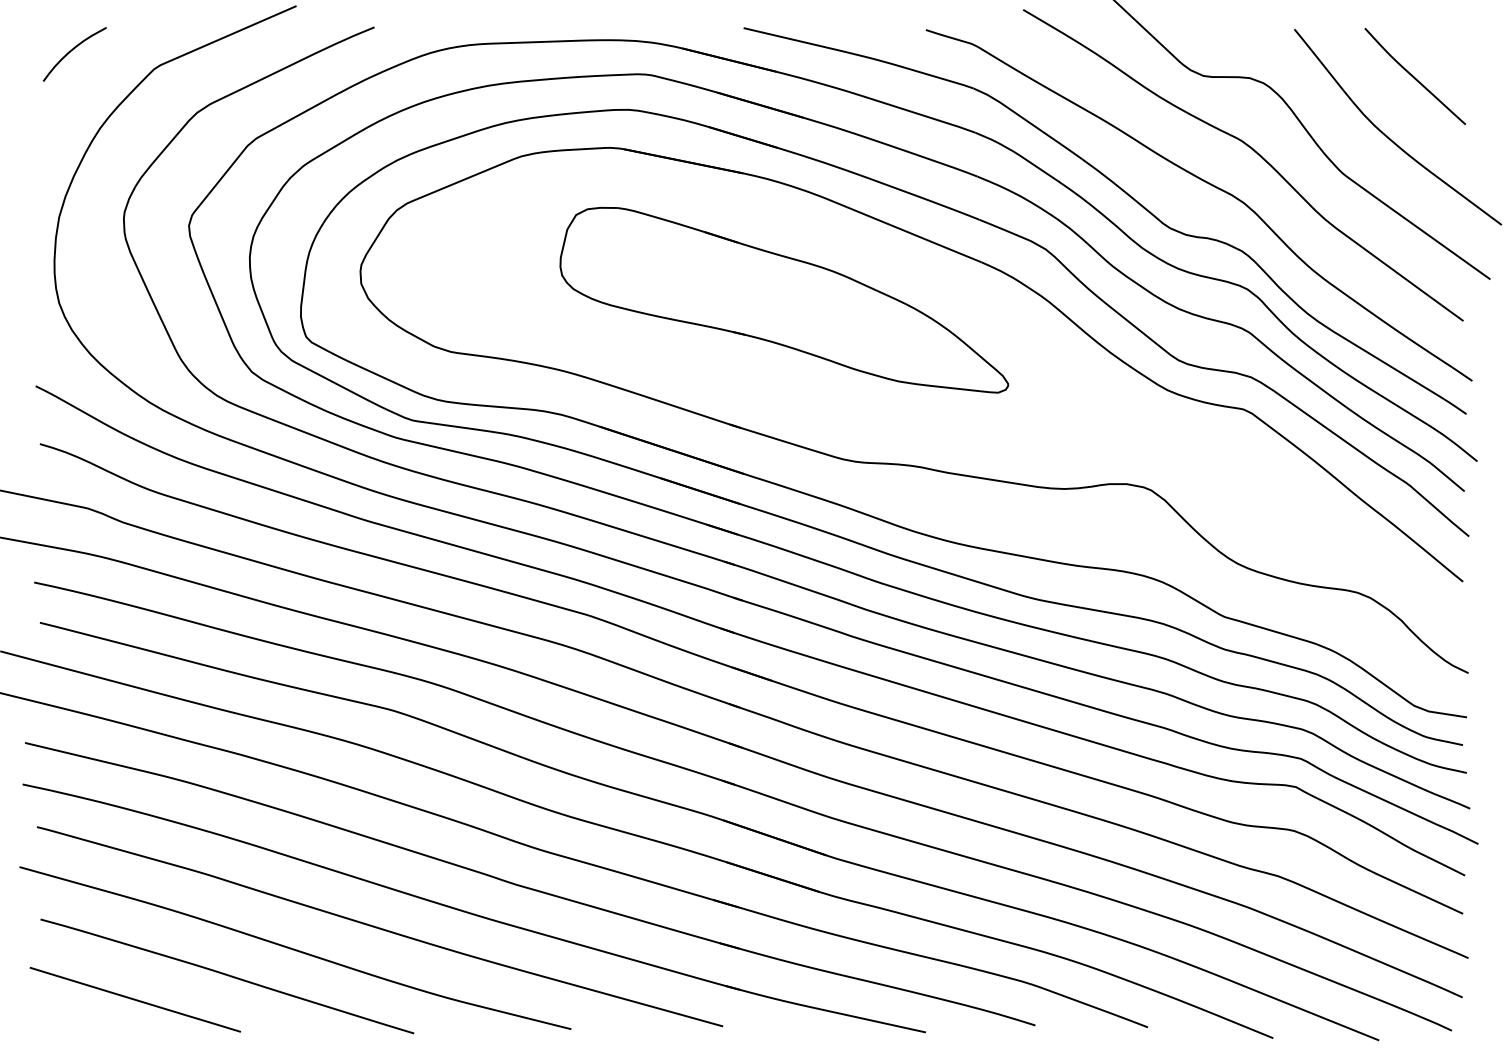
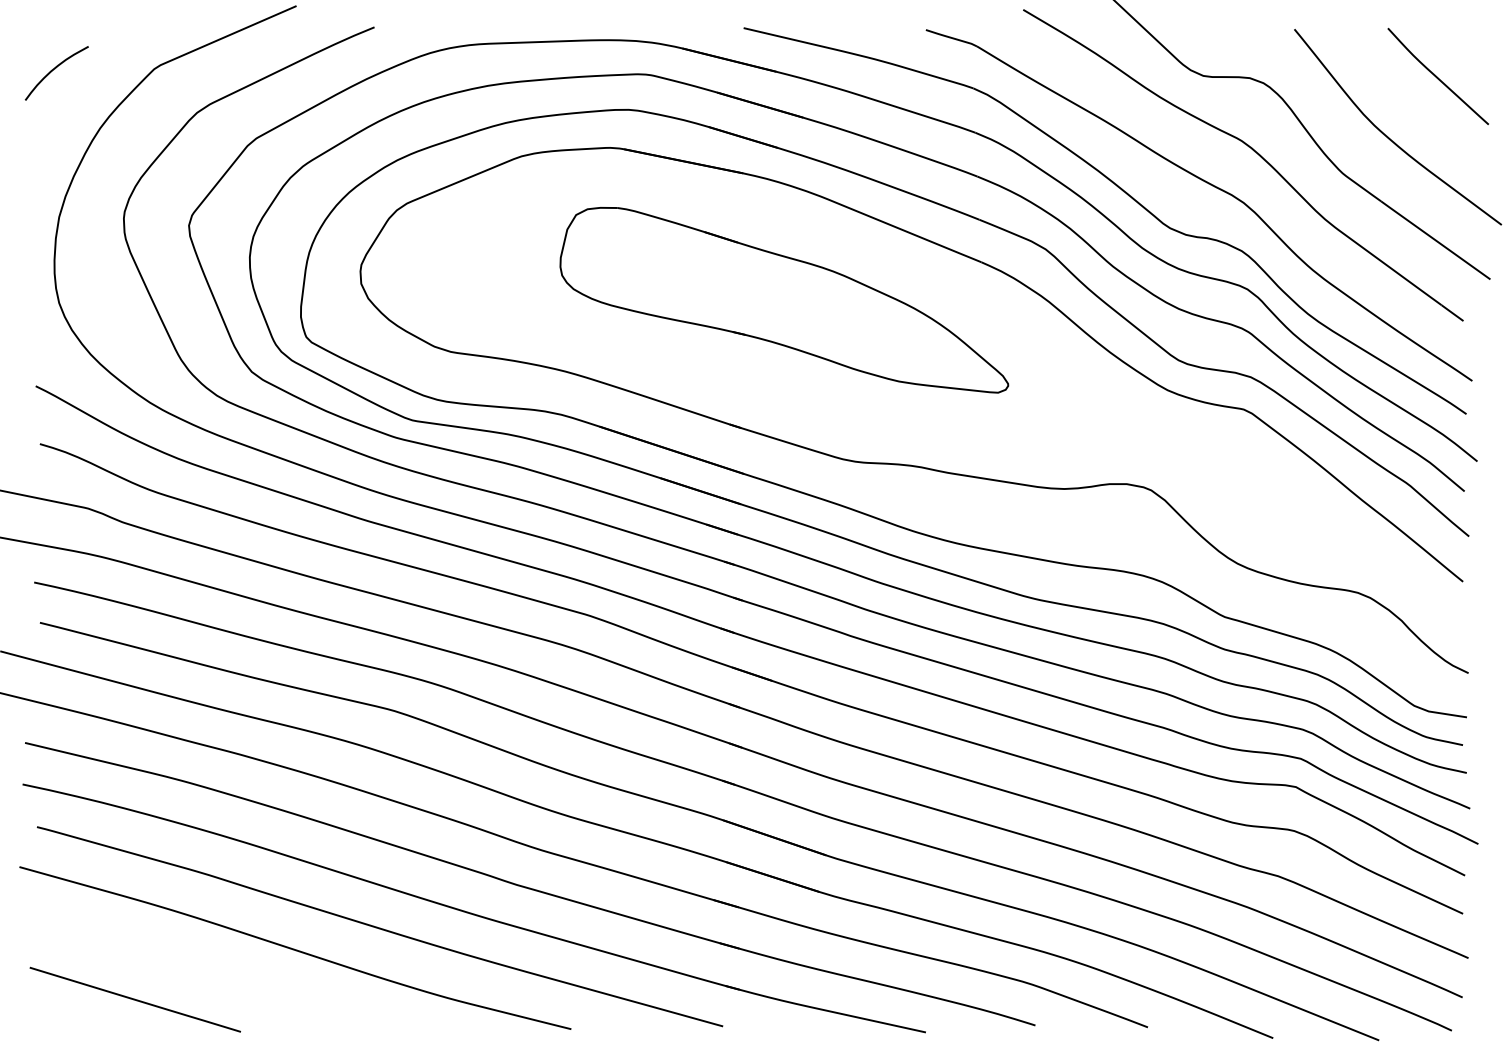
curve at (73, 50) position: (73, 50) -> (55, 69)
curve at (1414, 76) position: (1414, 76) -> (1437, 76)
curve at (227, 976): present -> none
